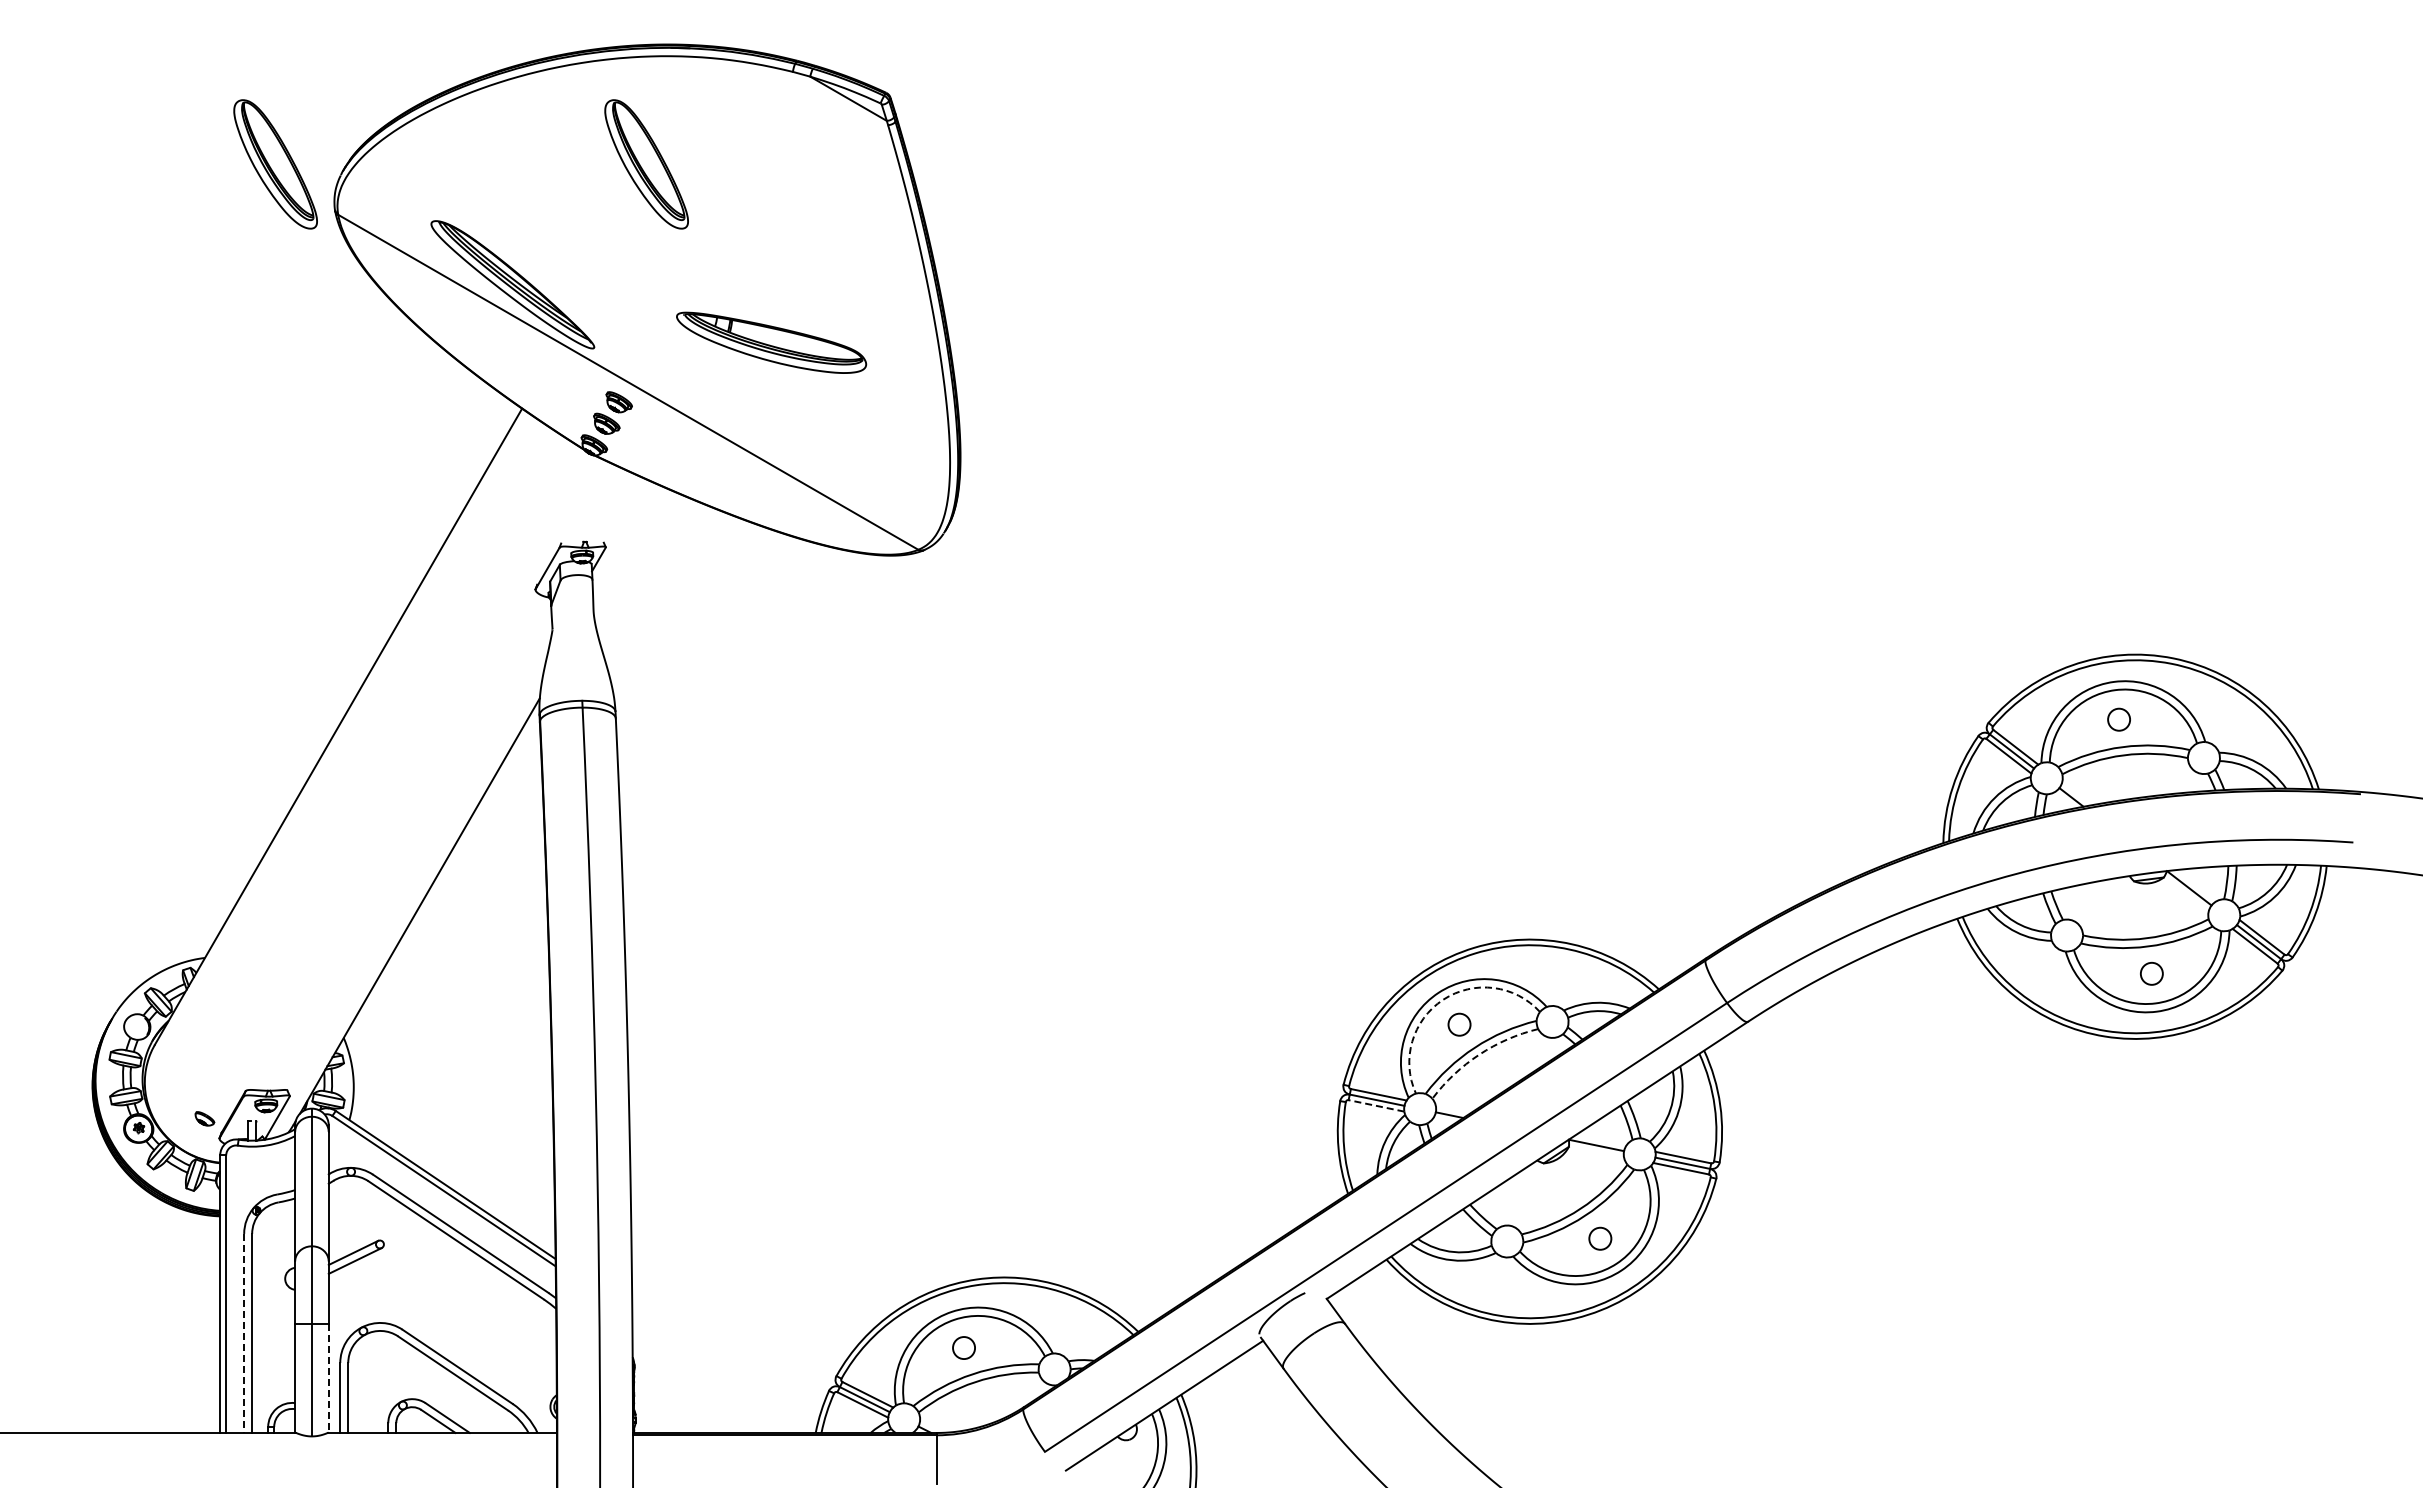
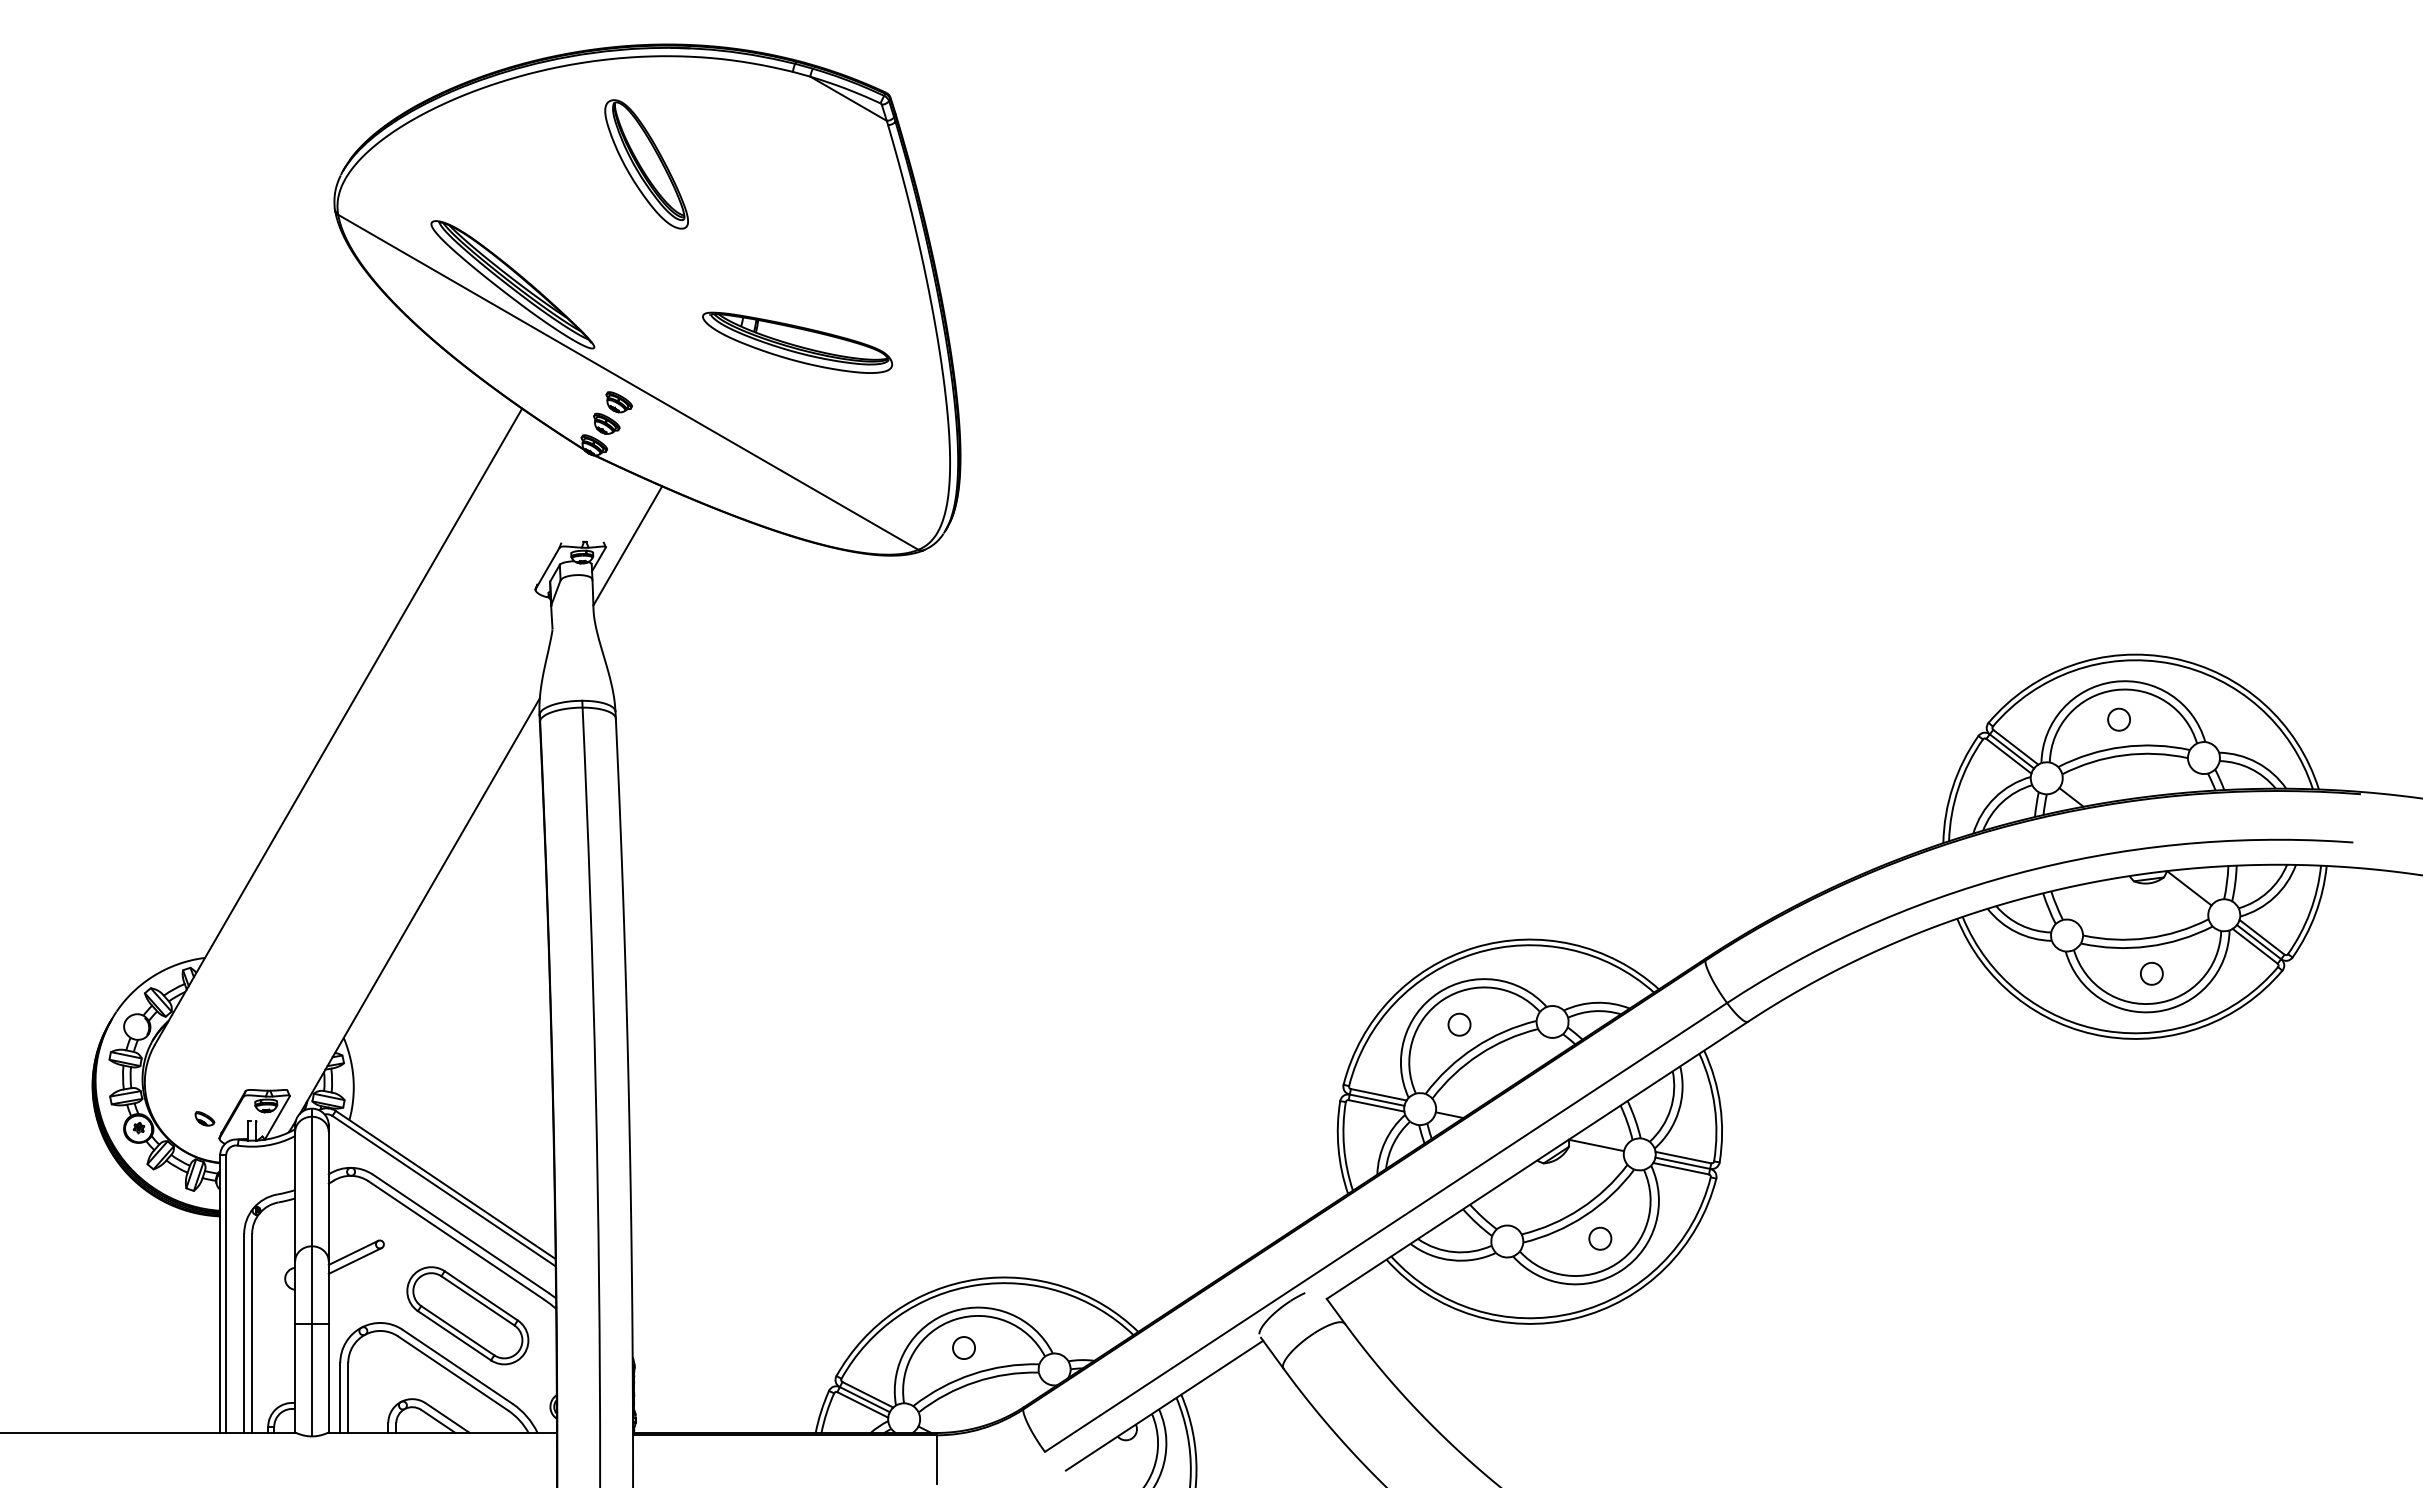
part at (275, 164): present -> none
part at (771, 342) position: (771, 342) -> (797, 342)
line at (627, 545): none -> present
arc at (1443, 999): dashed -> solid
arc at (1479, 1054): dashed -> solid
line at (1376, 1105): dashed -> solid
part at (467, 1315): none -> present
line at (244, 1333): dashed -> solid
line at (328, 1378): dashed -> solid
